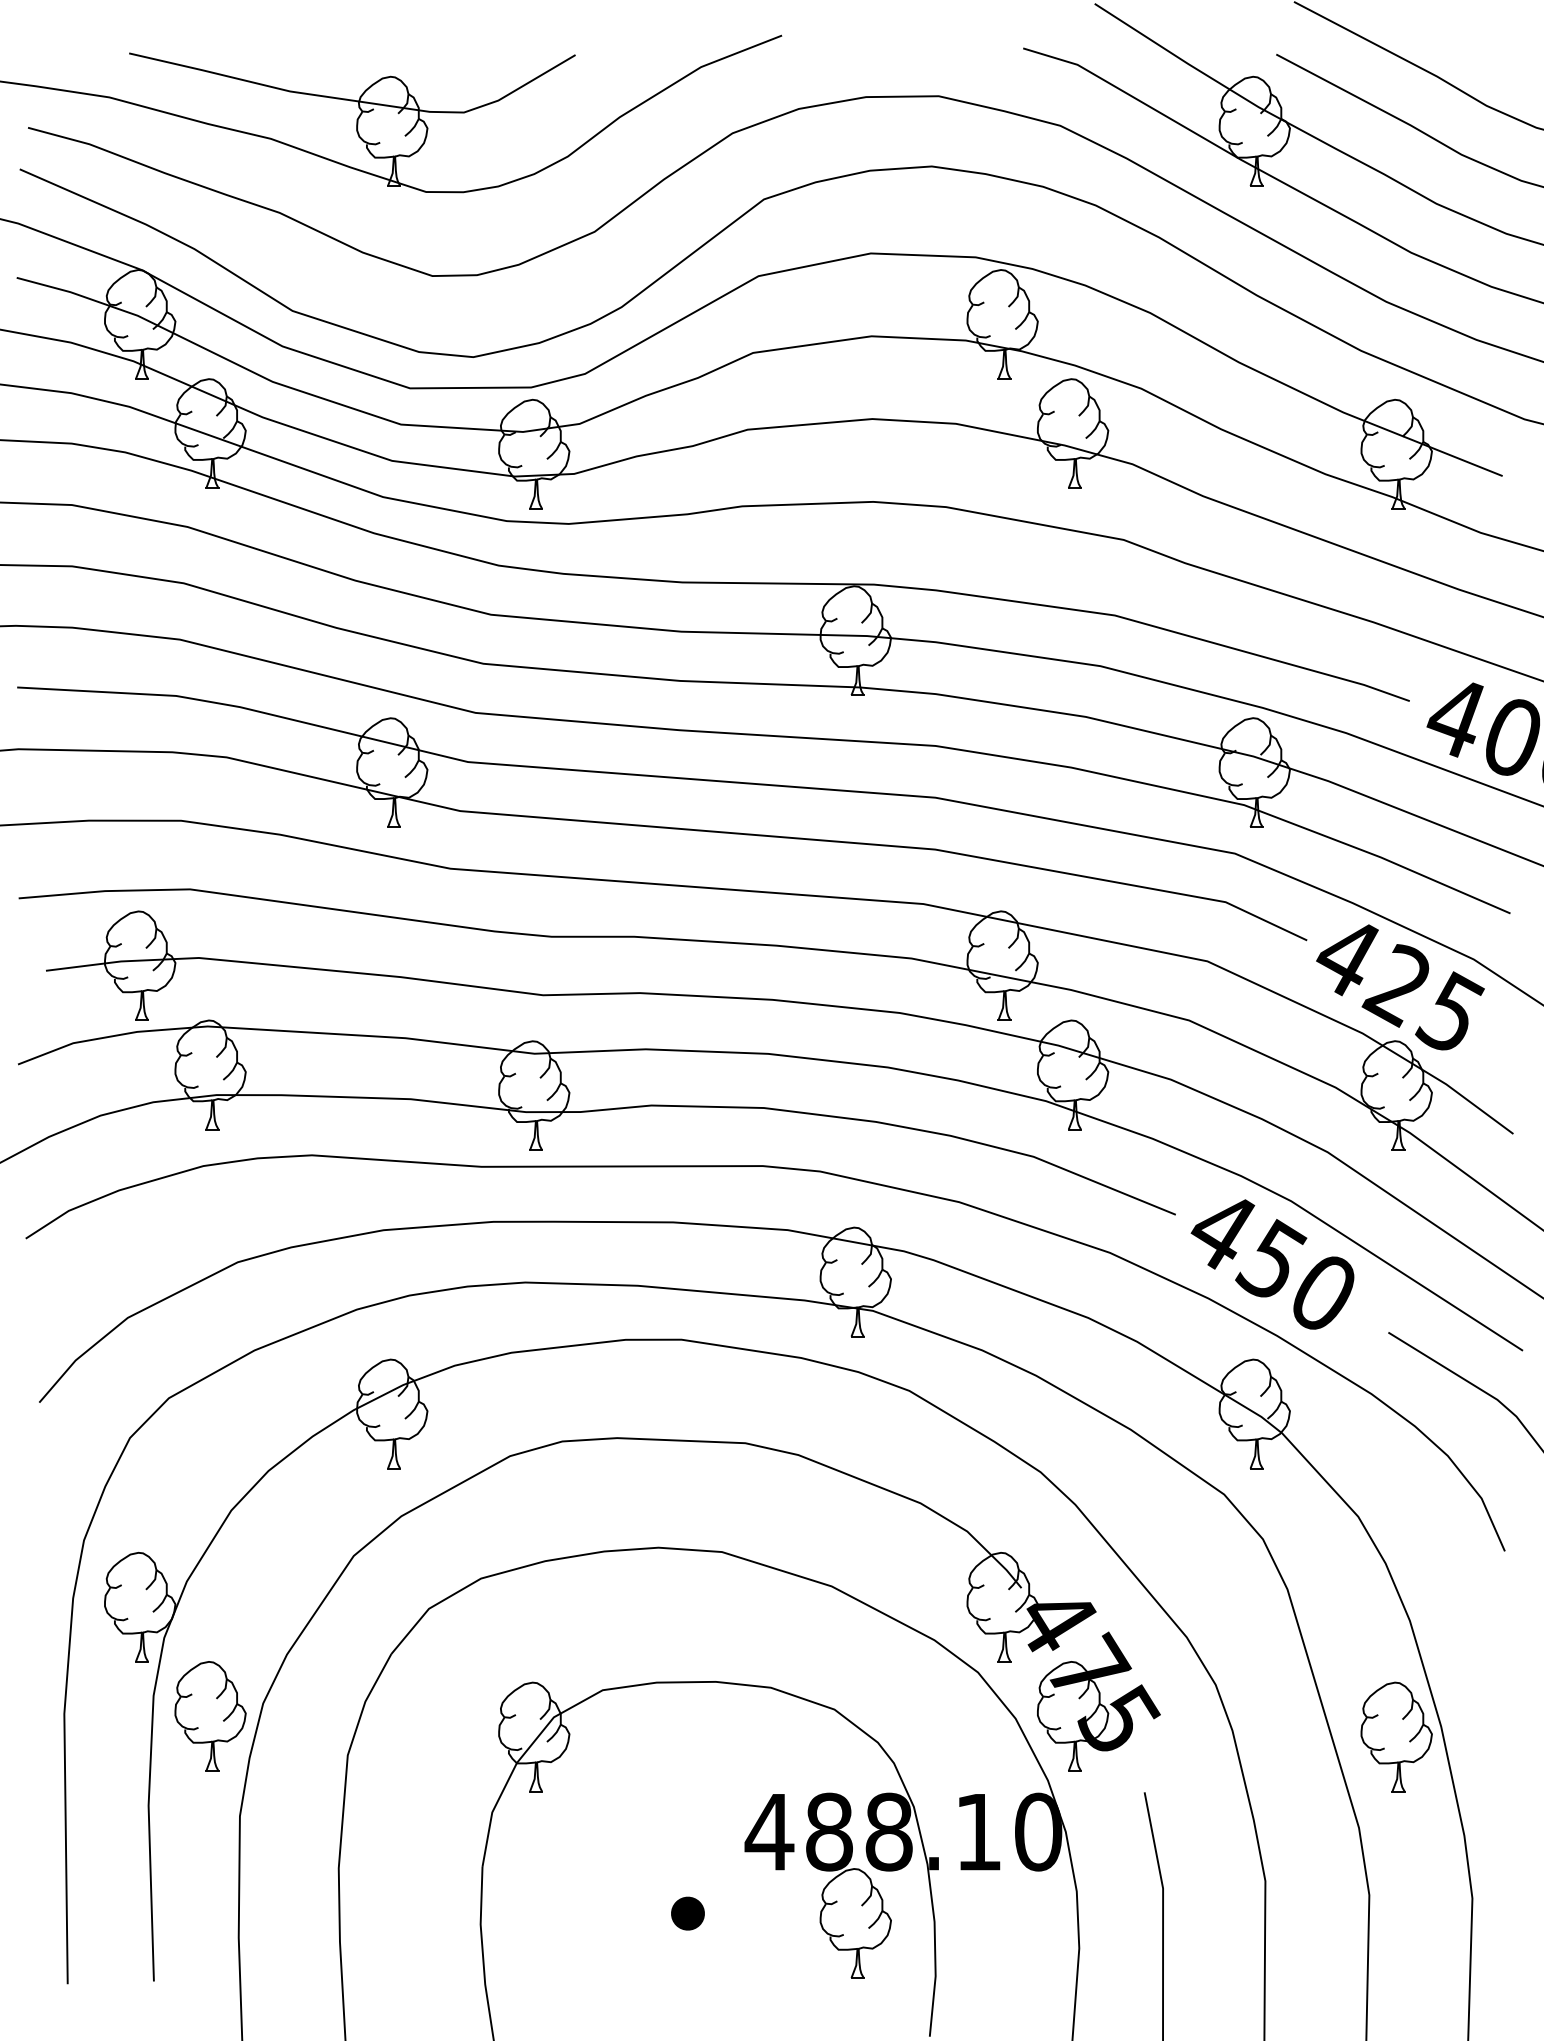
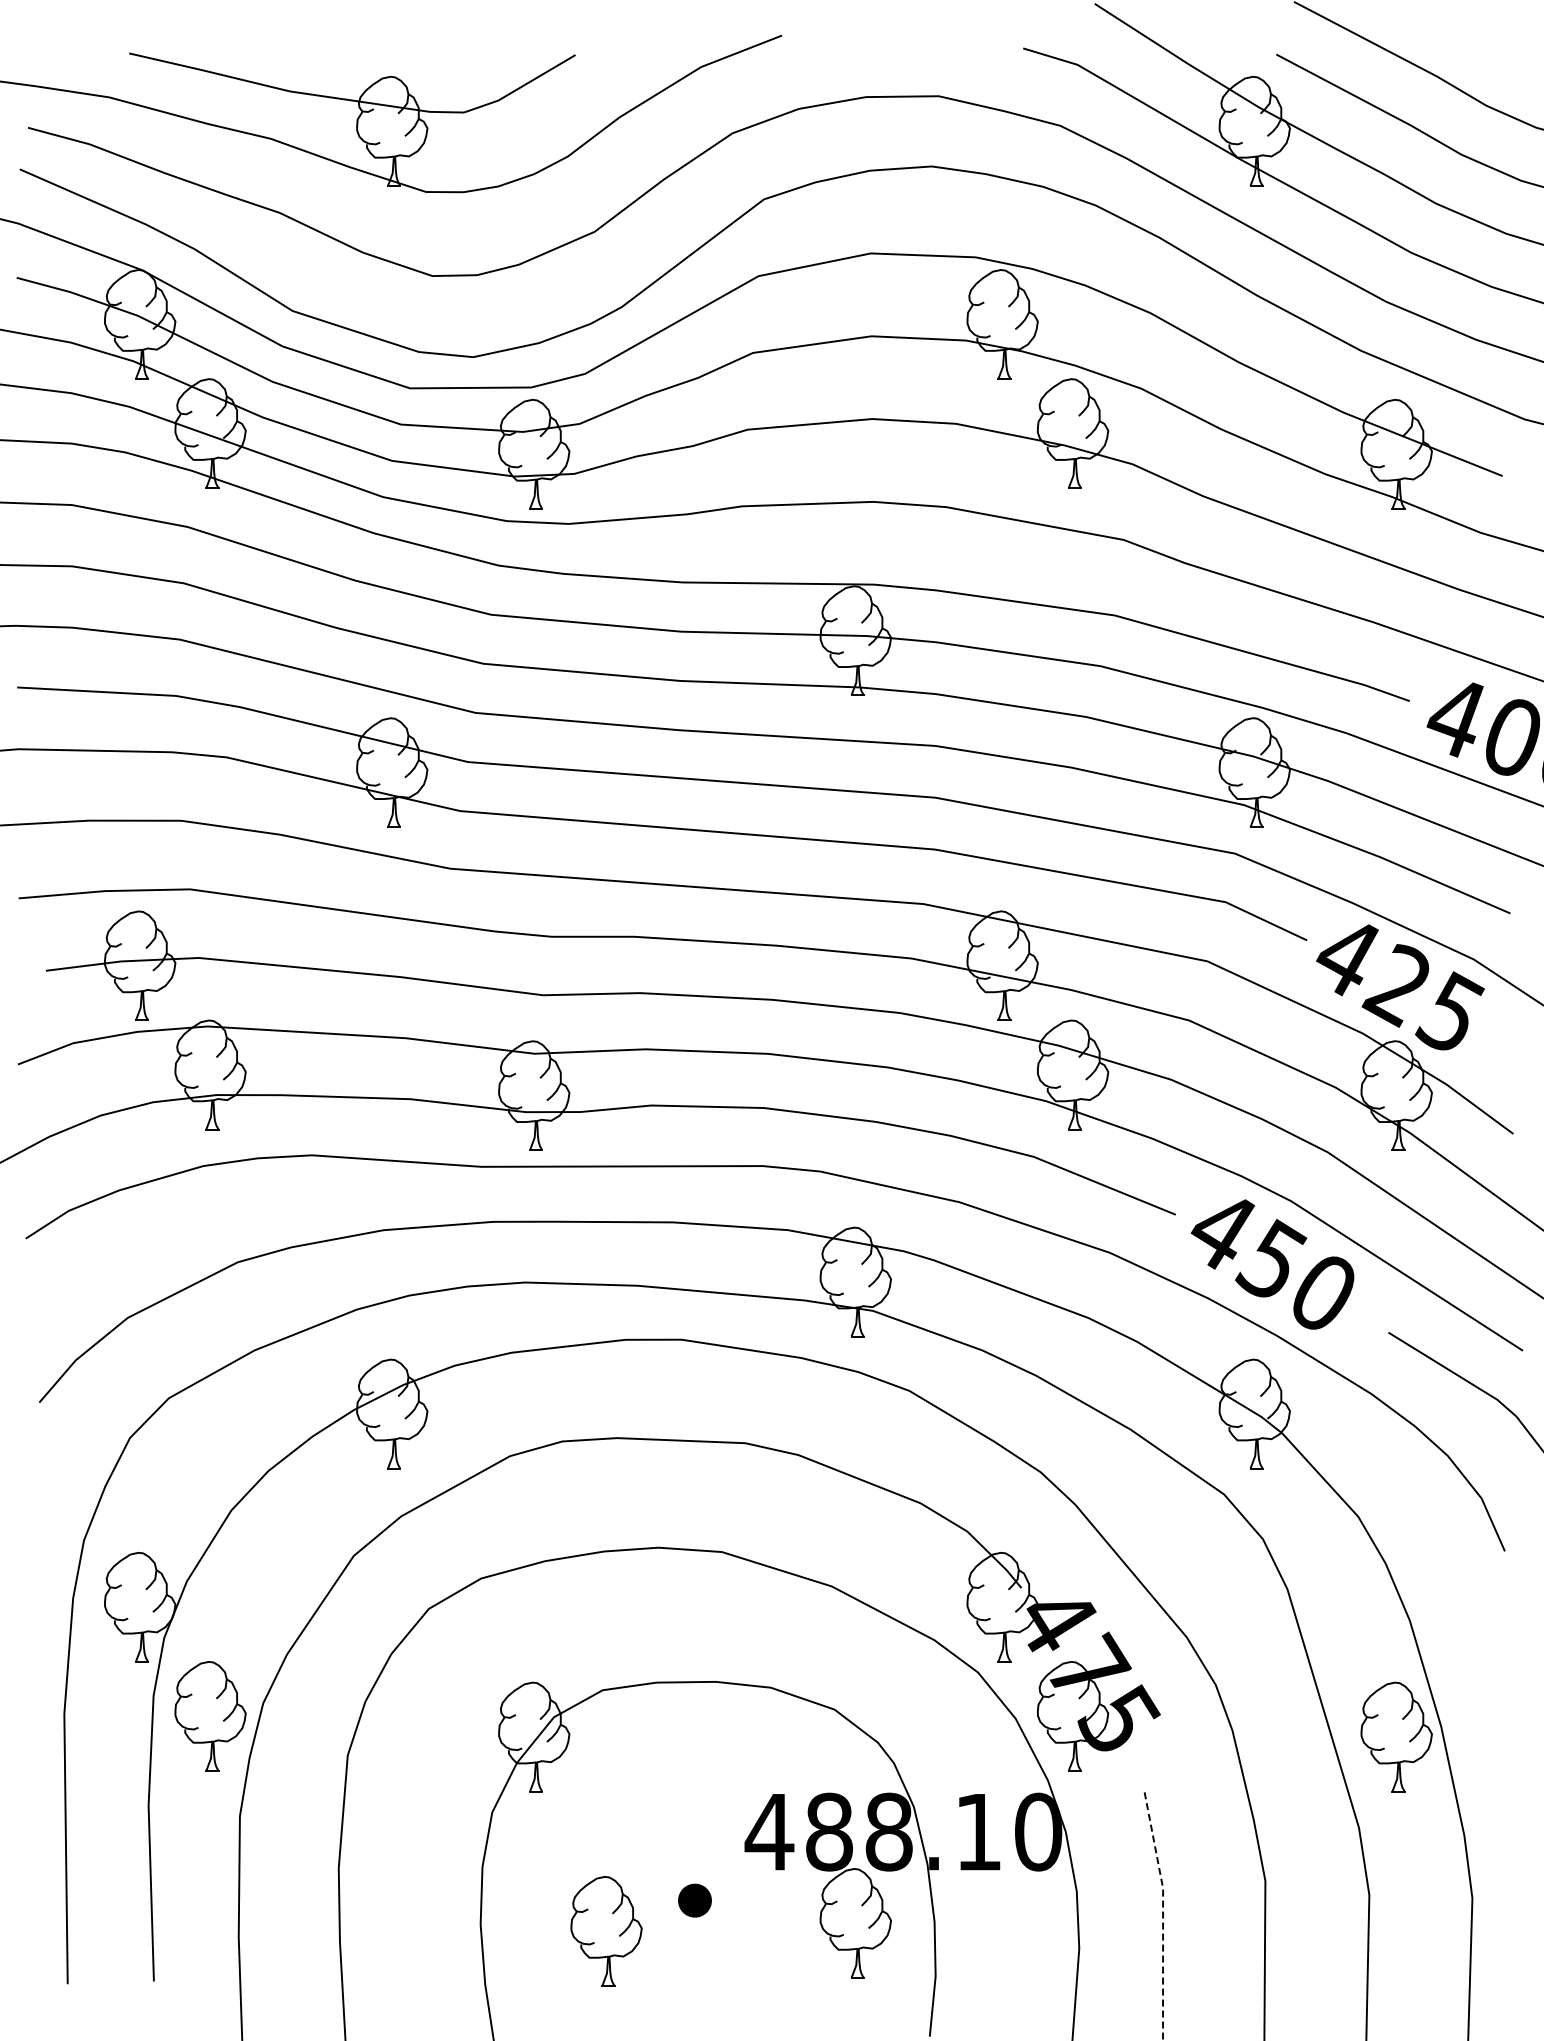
part at (687, 1913) position: (687, 1913) -> (694, 1900)
line at (1163, 1915): solid -> dashed
part at (606, 1931): none -> present
